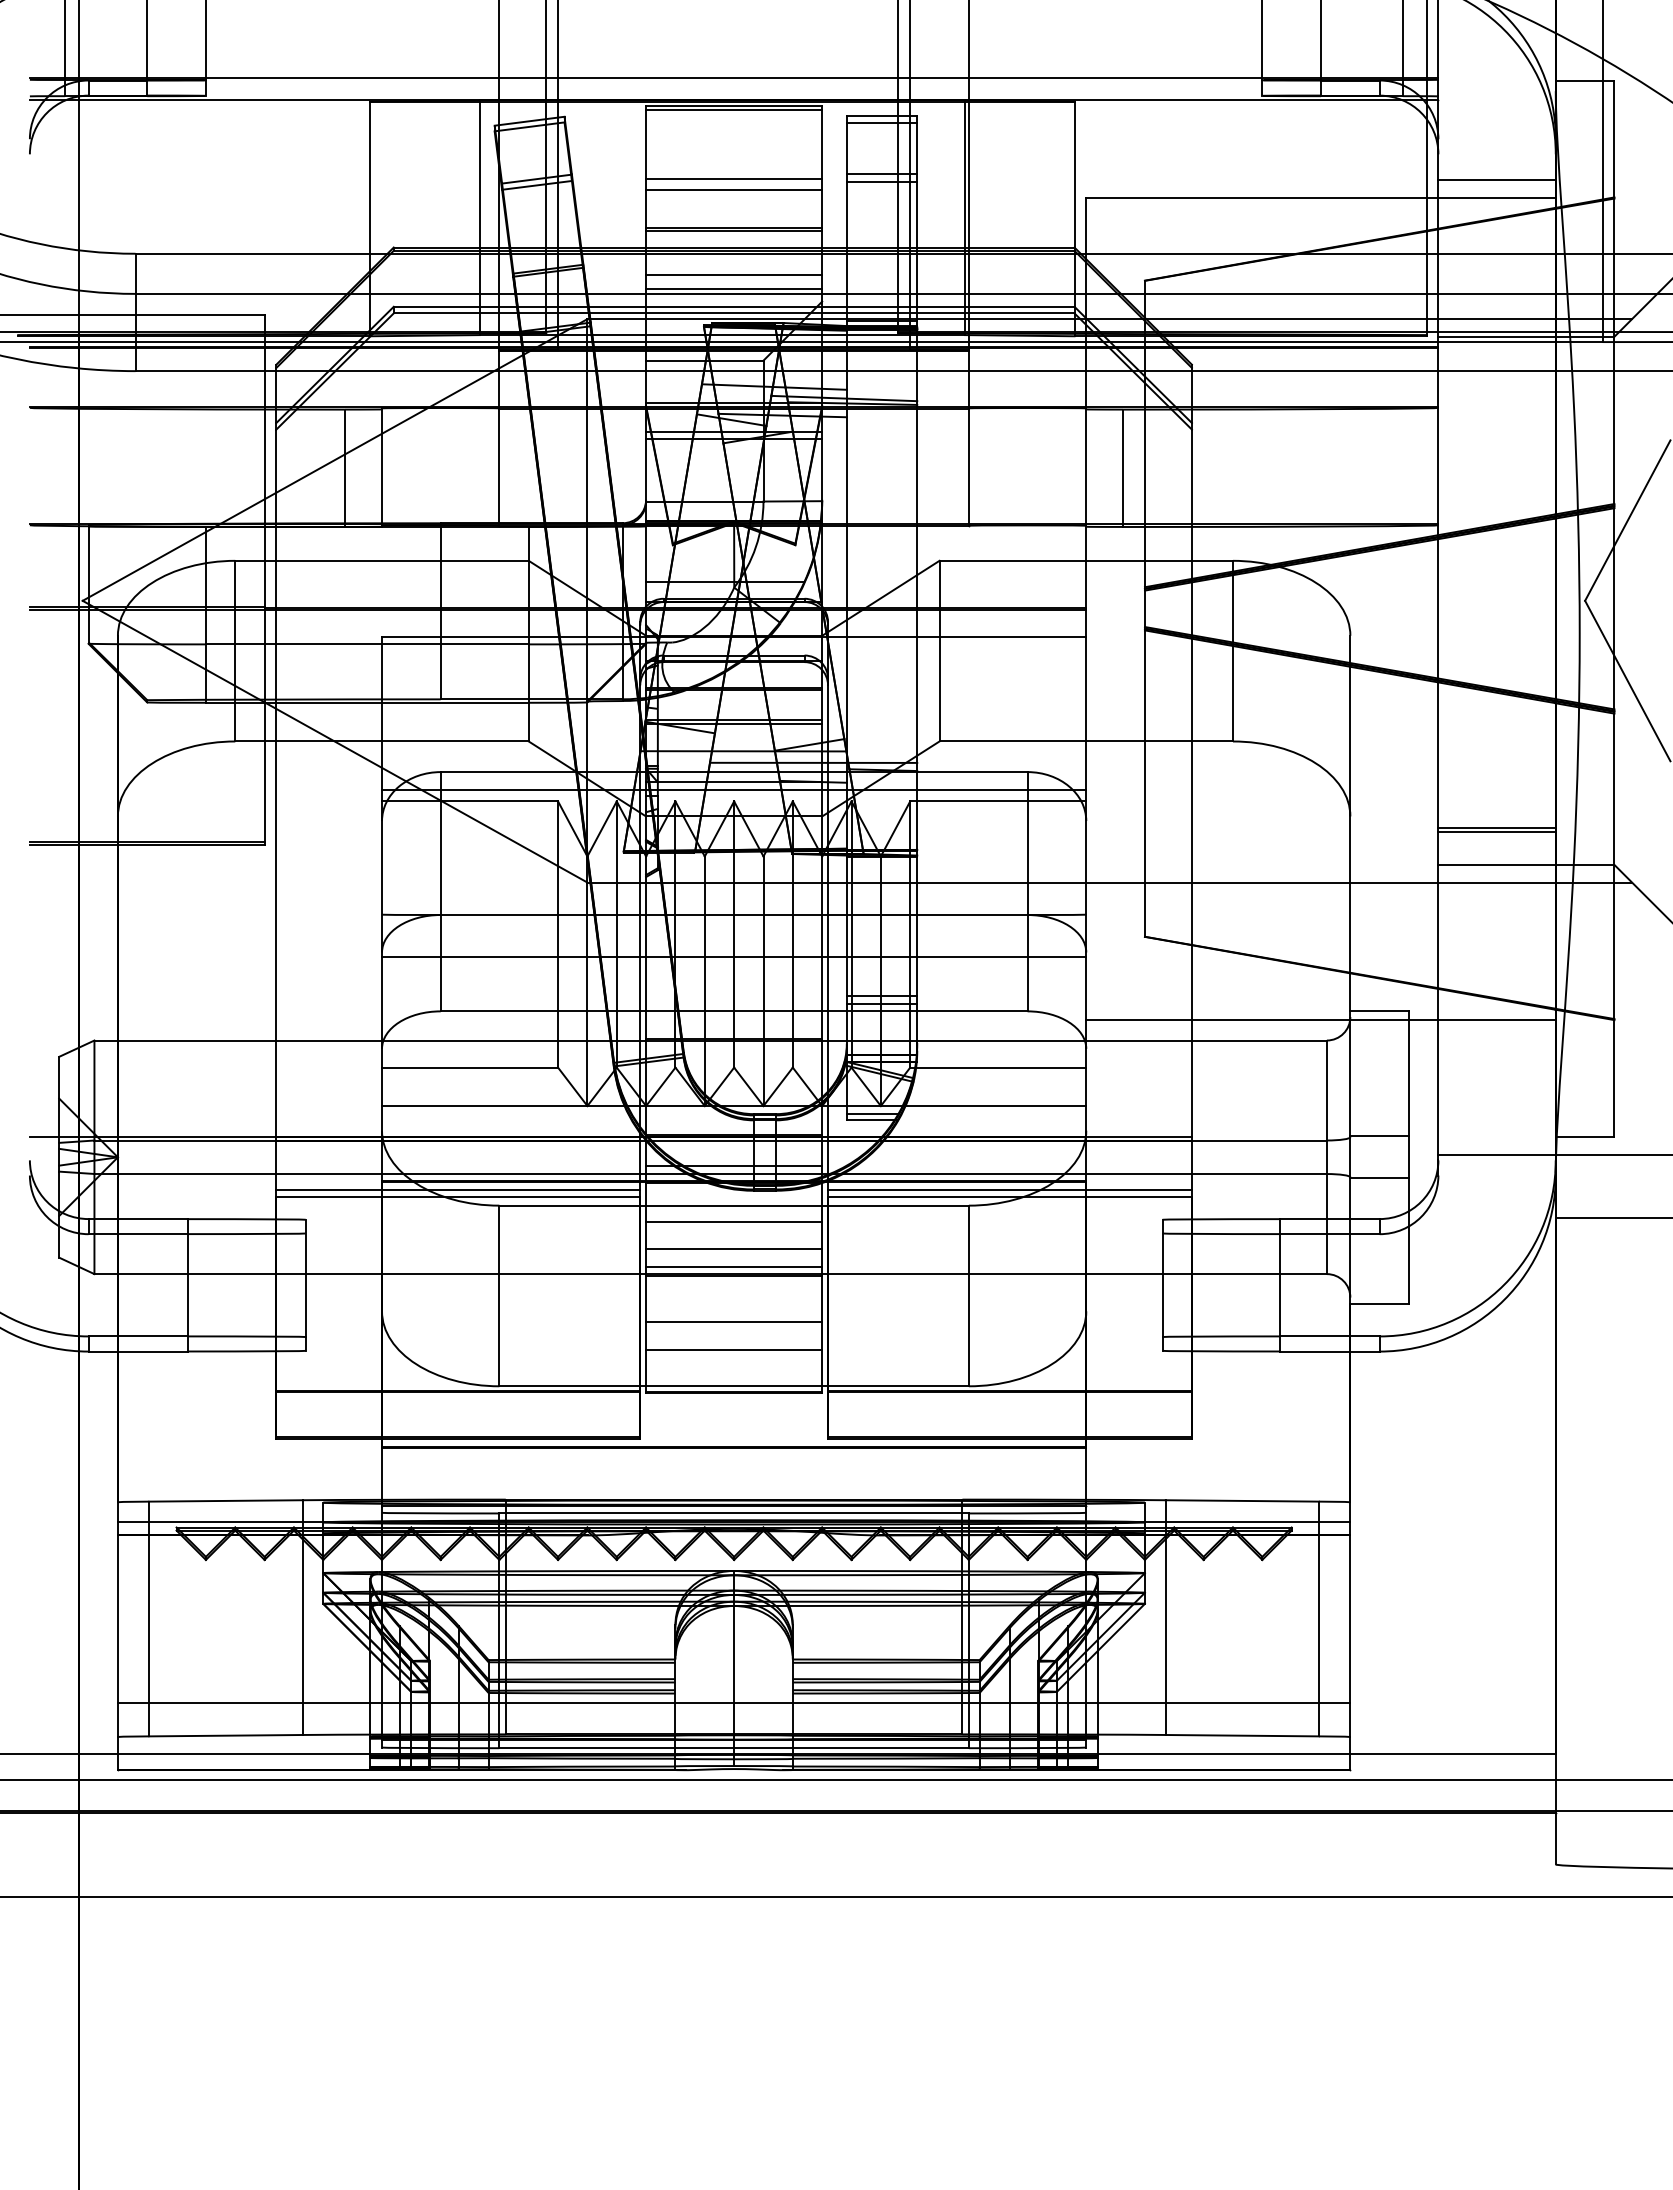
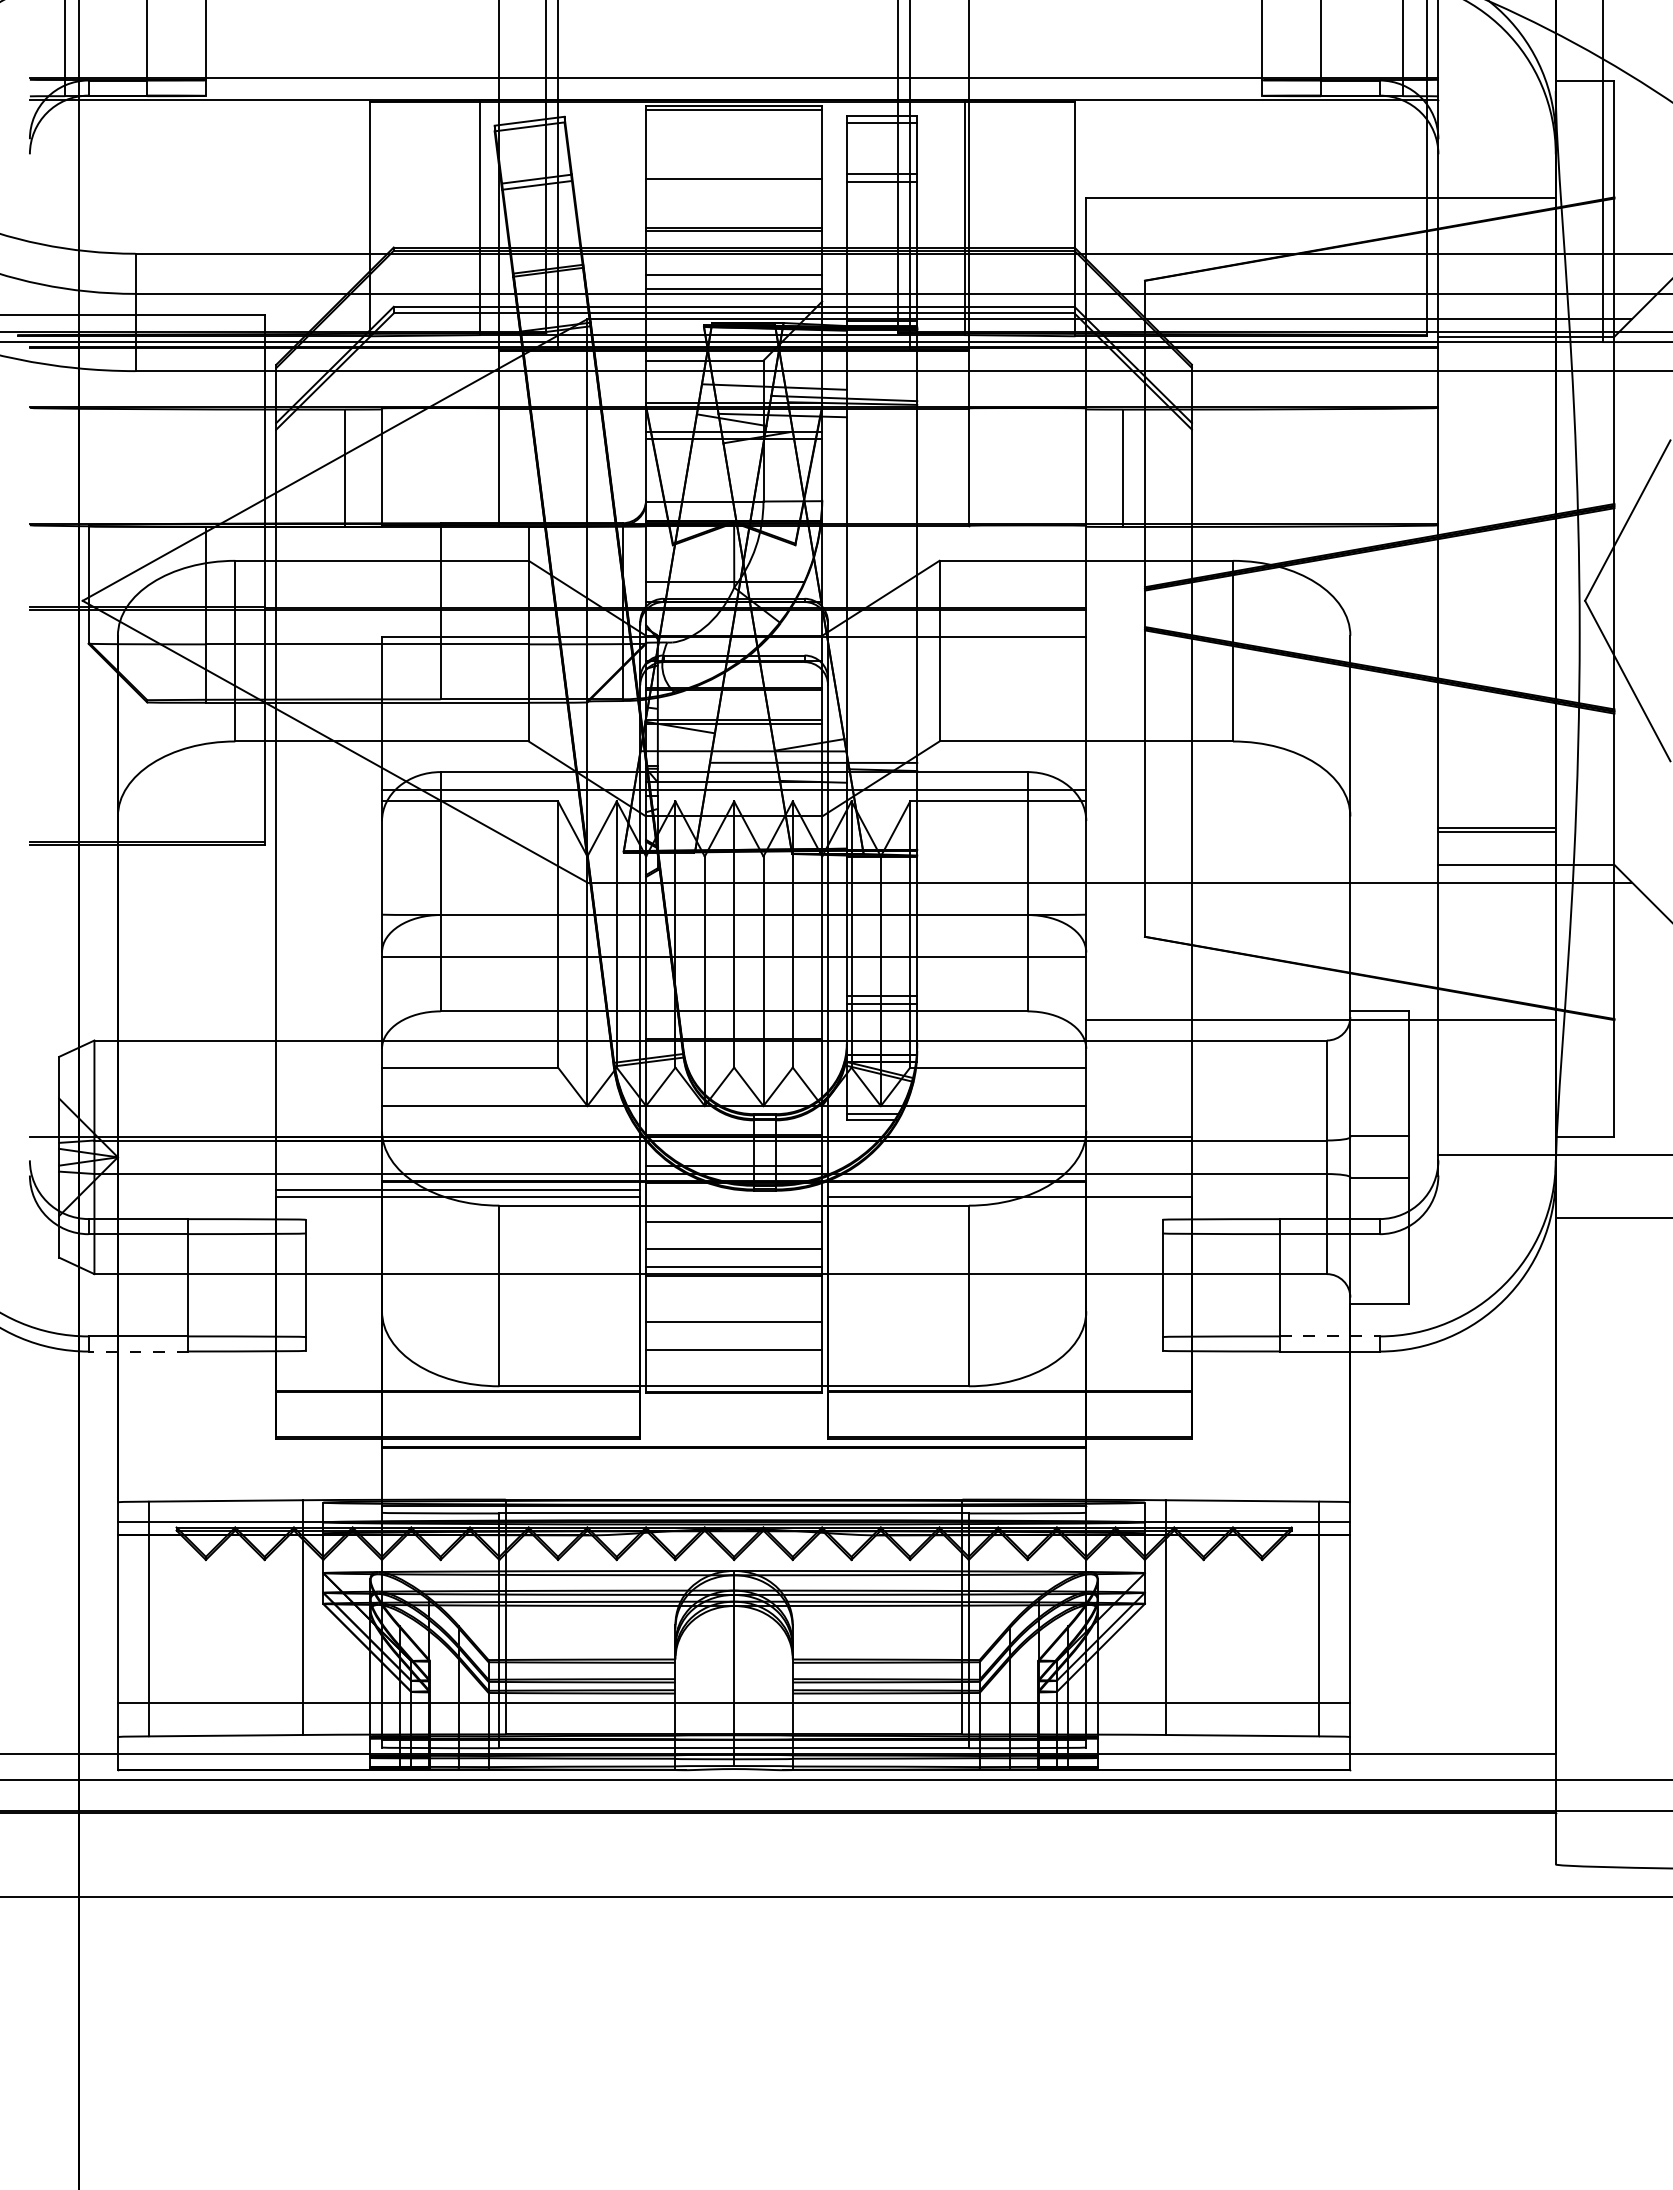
line at (1496, 180): present -> none
line at (734, 189): present -> none
line at (1009, 1190): present -> none
line at (1329, 1336): solid -> dashed
line at (138, 1351): solid -> dashed
